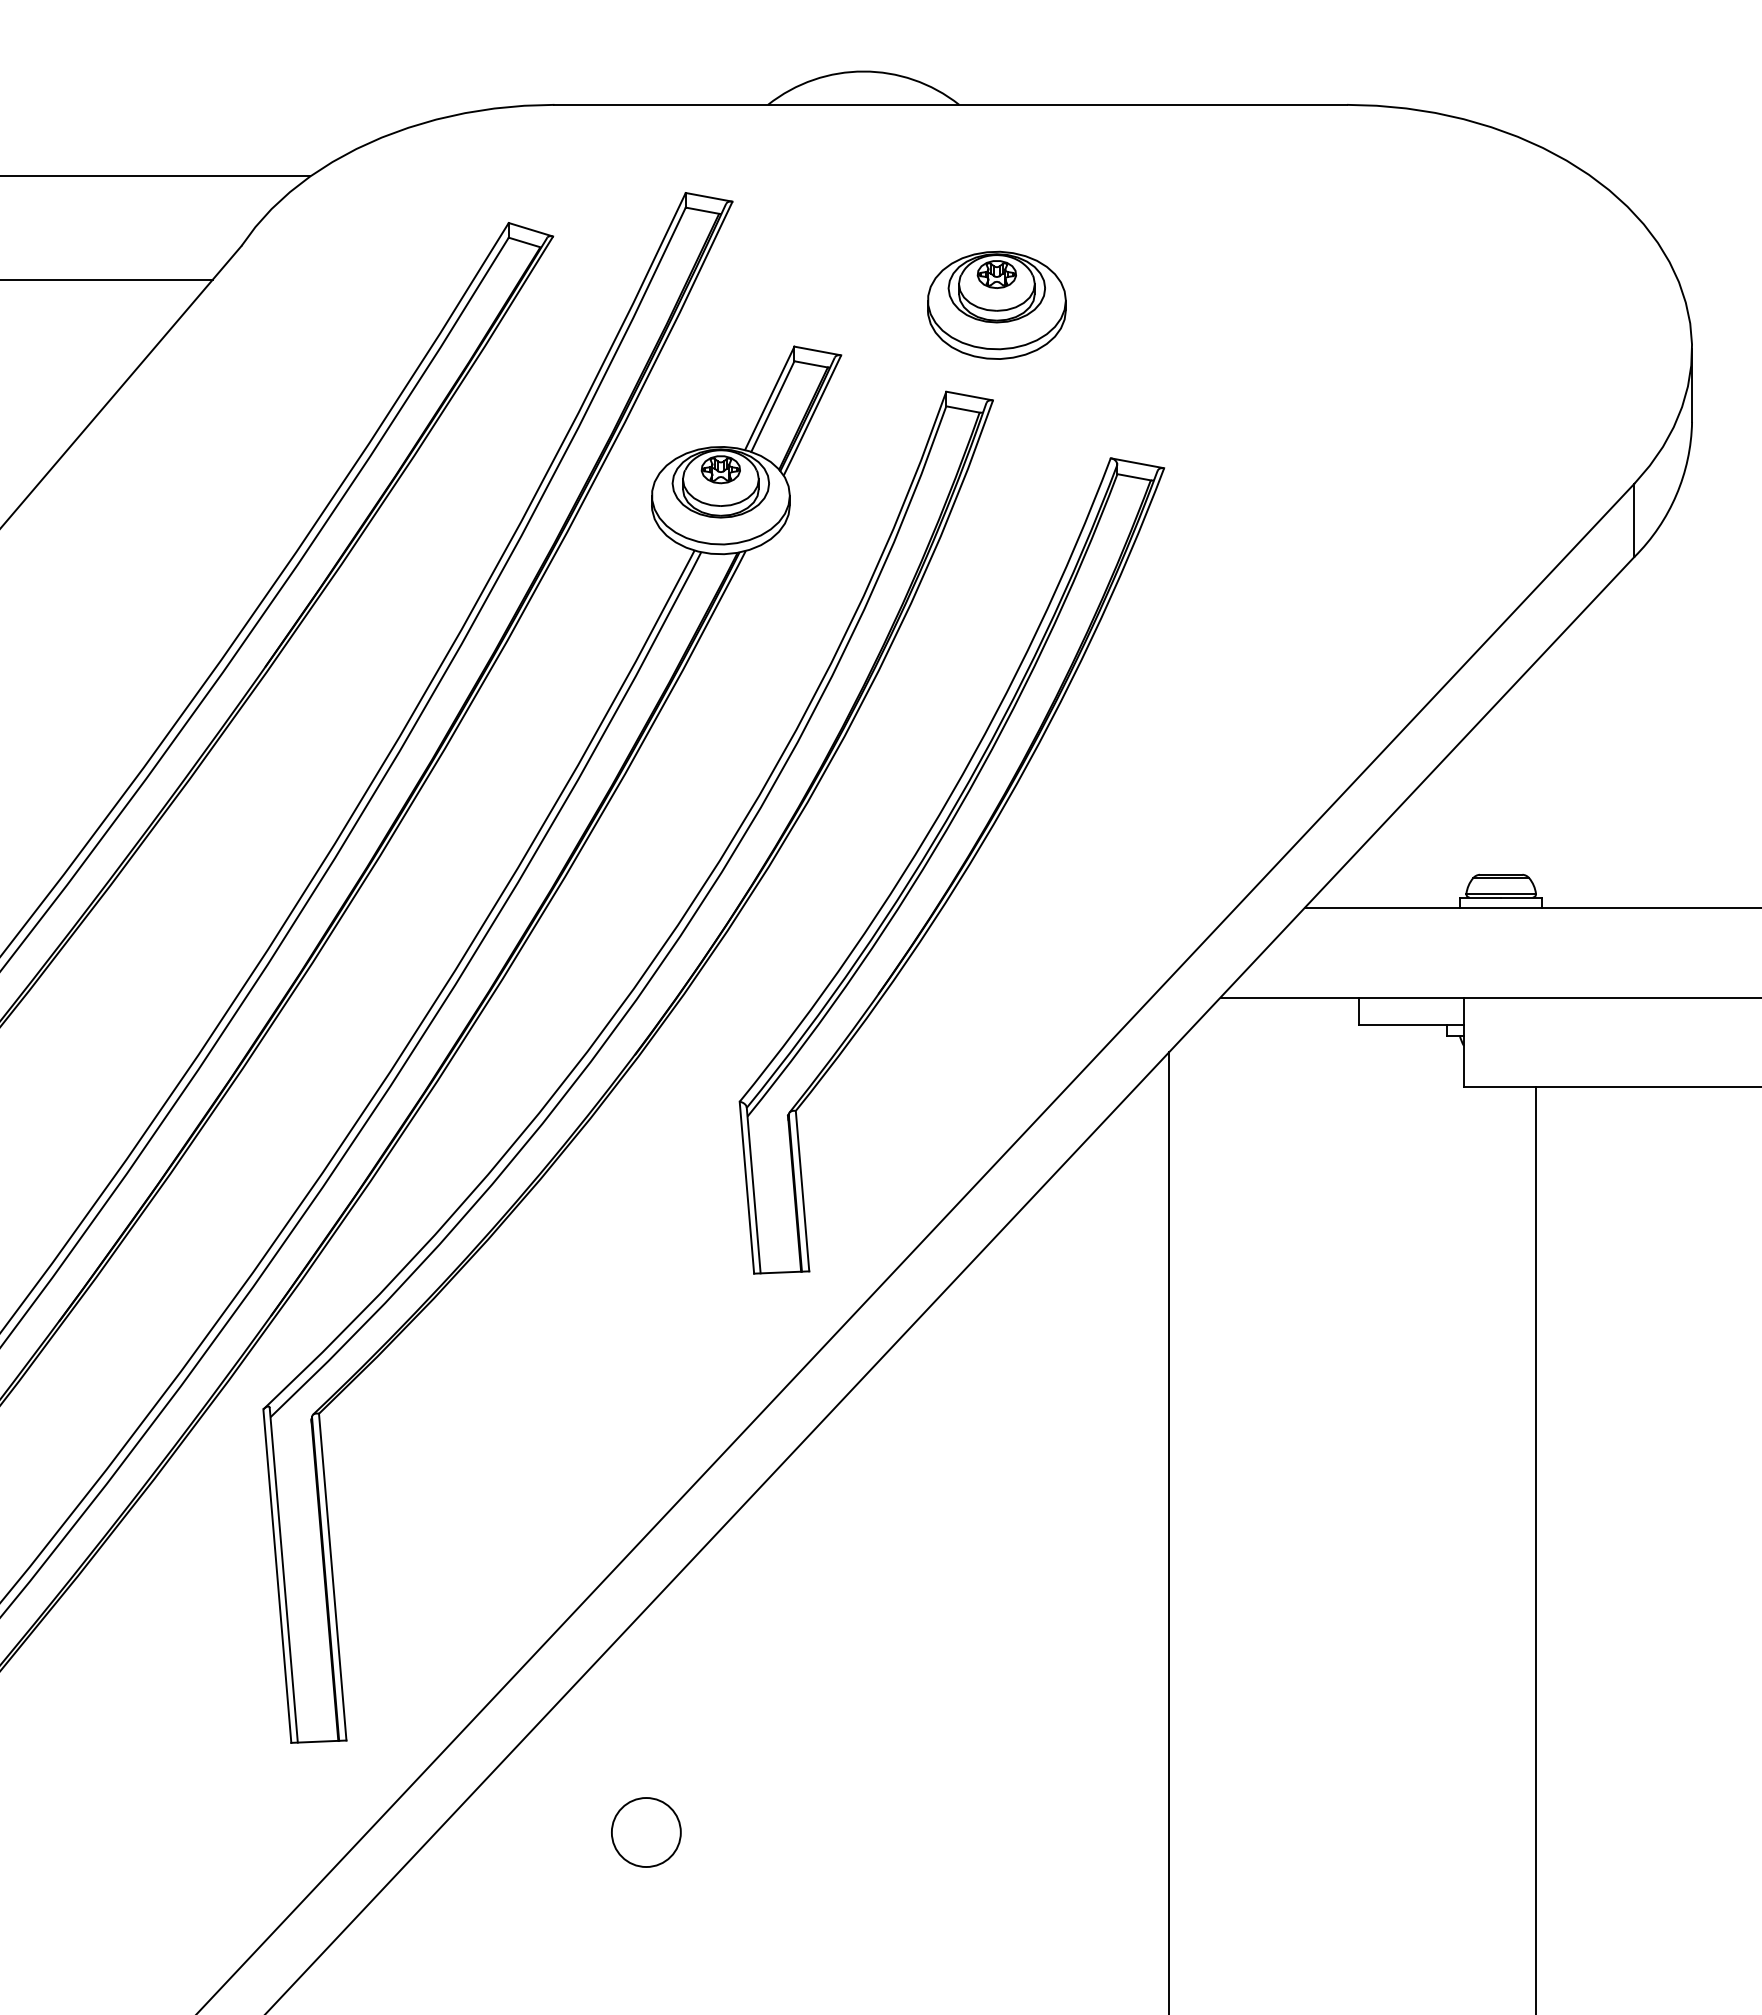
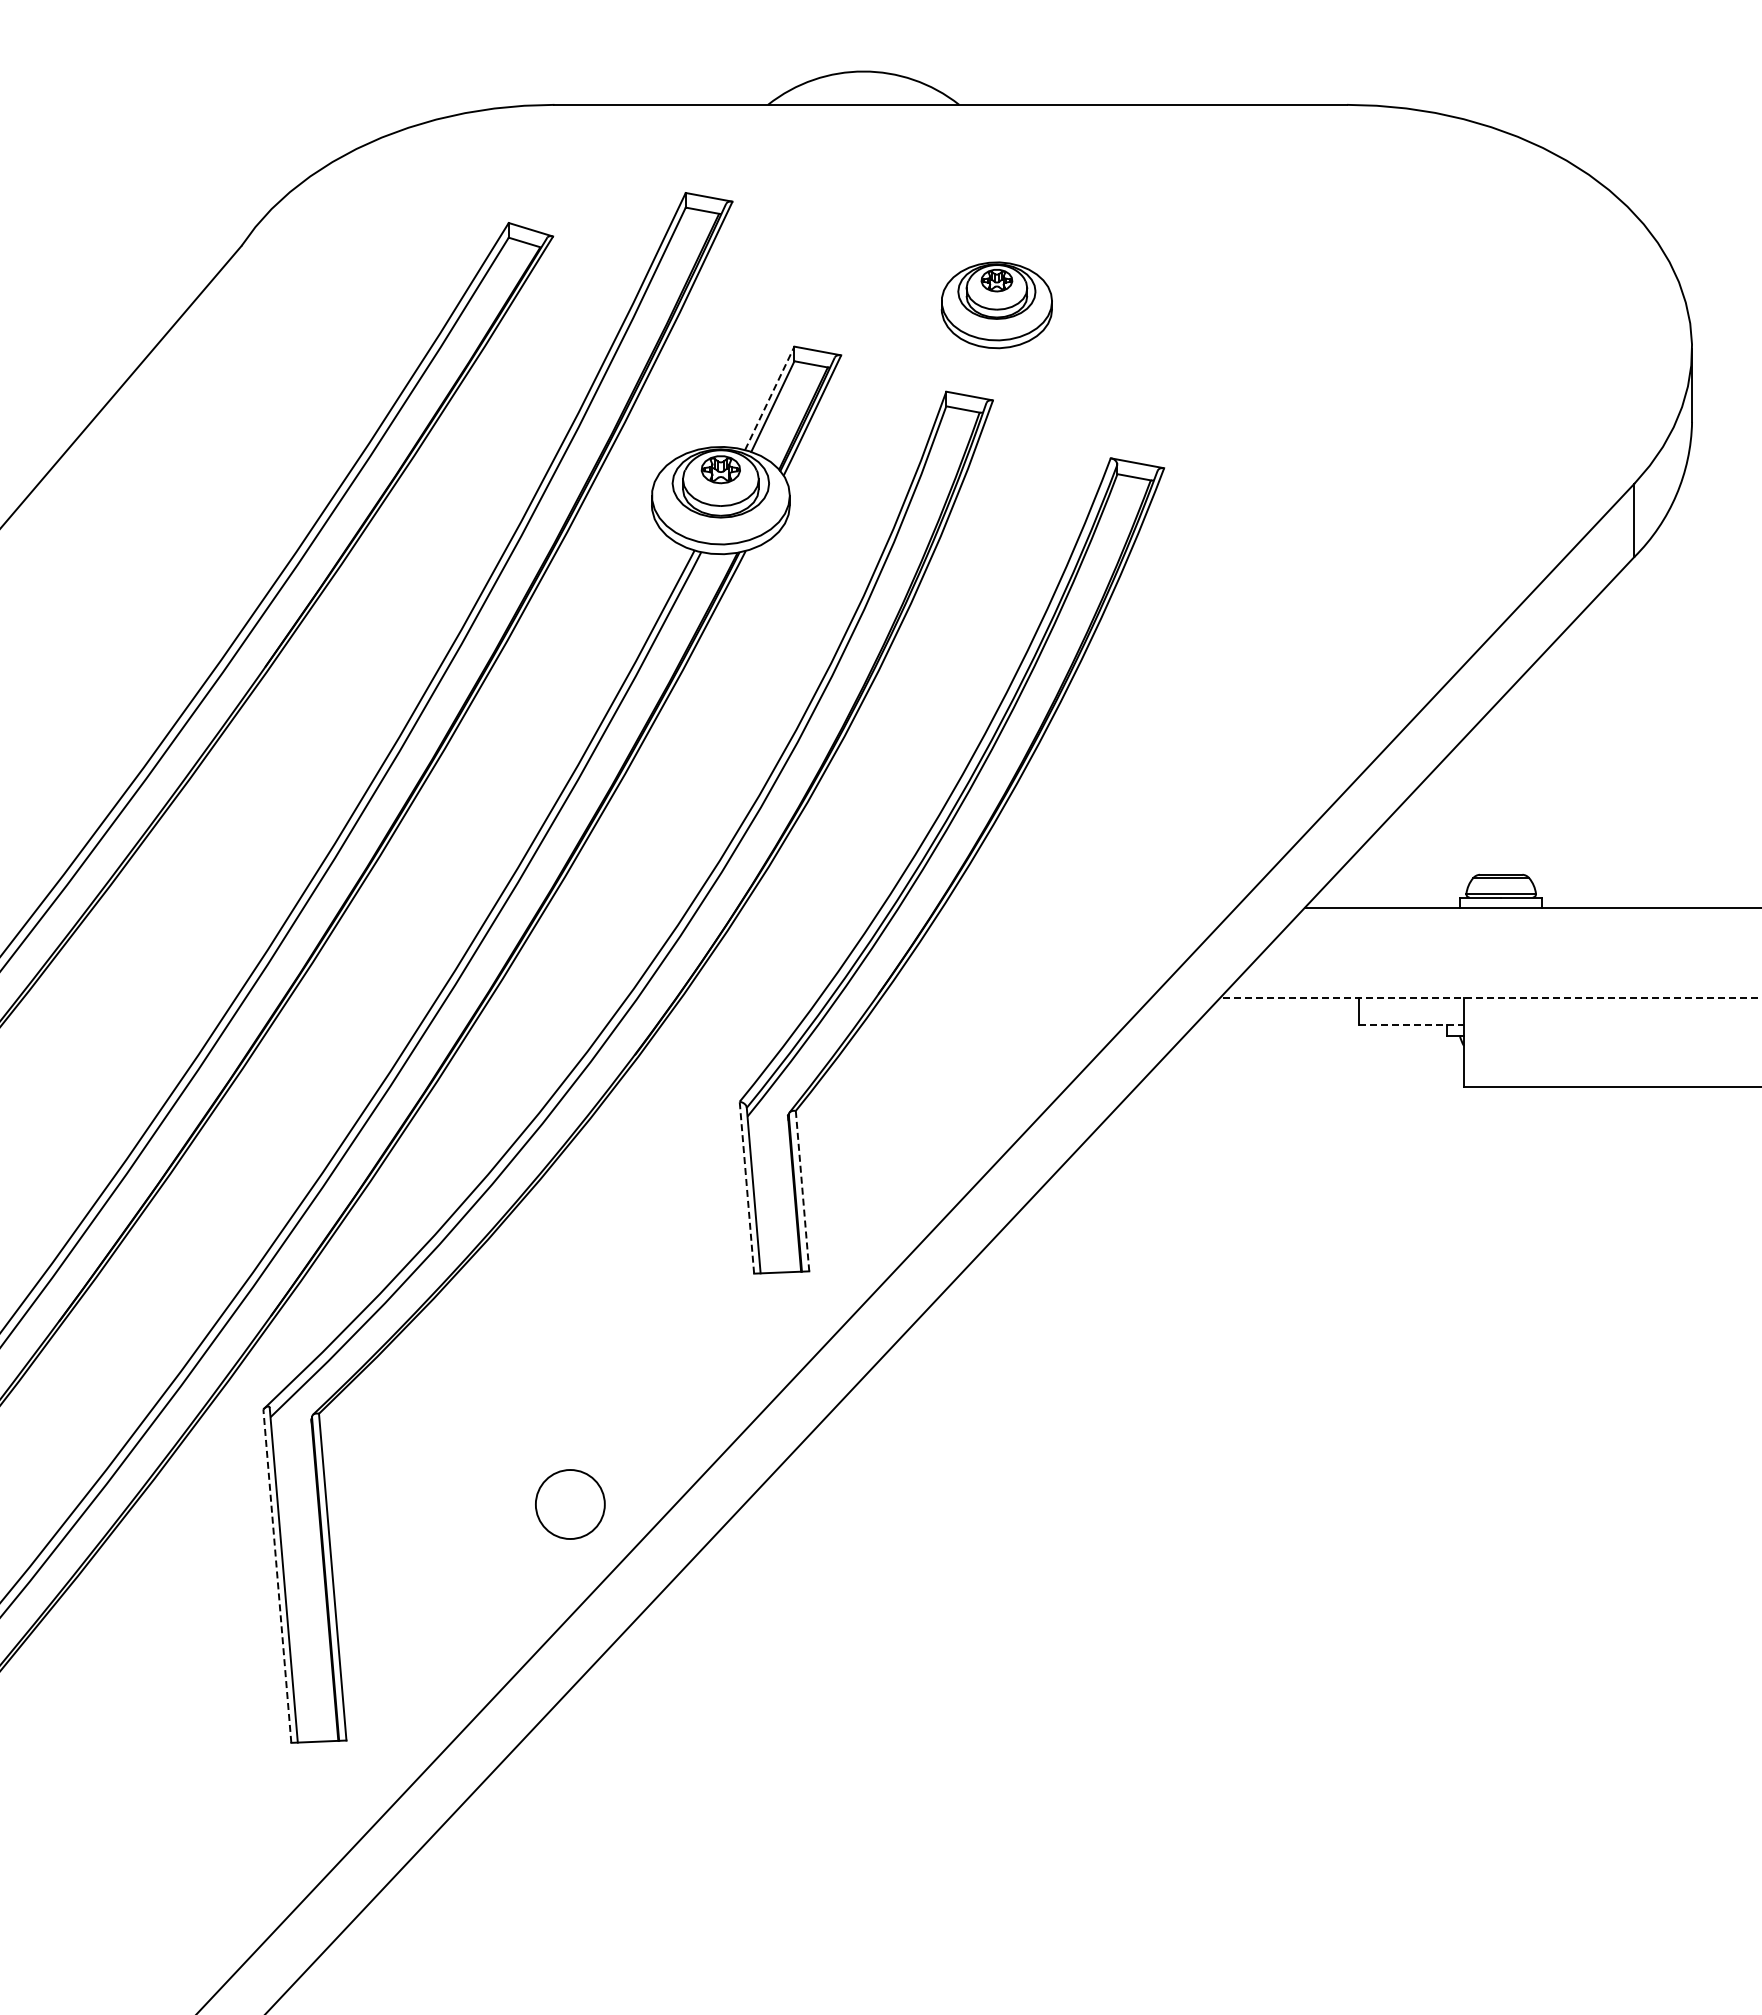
line at (156, 176): present -> none
line at (107, 279): present -> none
part at (996, 304) size: 140x110 px -> 113x89 px
line at (769, 397): solid -> dashed
line at (1490, 997): solid -> dashed
line at (1412, 1025): solid -> dashed
line at (746, 1187): solid -> dashed
line at (802, 1191): solid -> dashed
line at (1169, 1531): present -> none
line at (1536, 1549): present -> none
line at (277, 1575): solid -> dashed
circle at (646, 1832) position: (646, 1832) -> (570, 1504)
